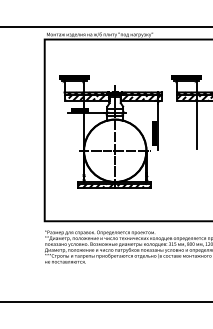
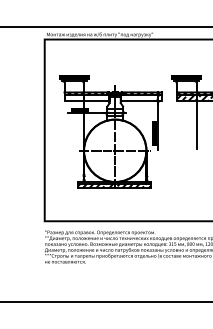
hatch at (86, 97): present -> none
hatch at (140, 97): present -> none
